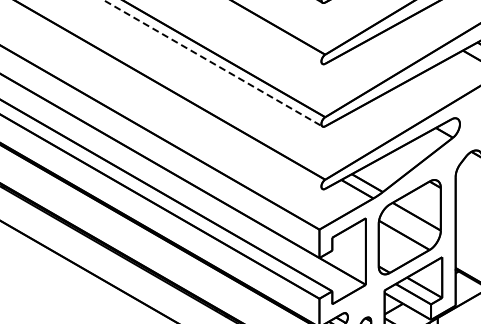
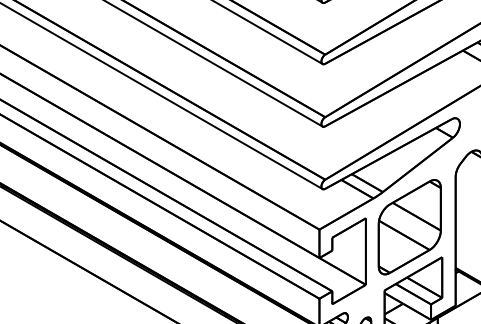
line at (268, 33): none -> present
line at (213, 63): dashed -> solid
line at (162, 96): none -> present
